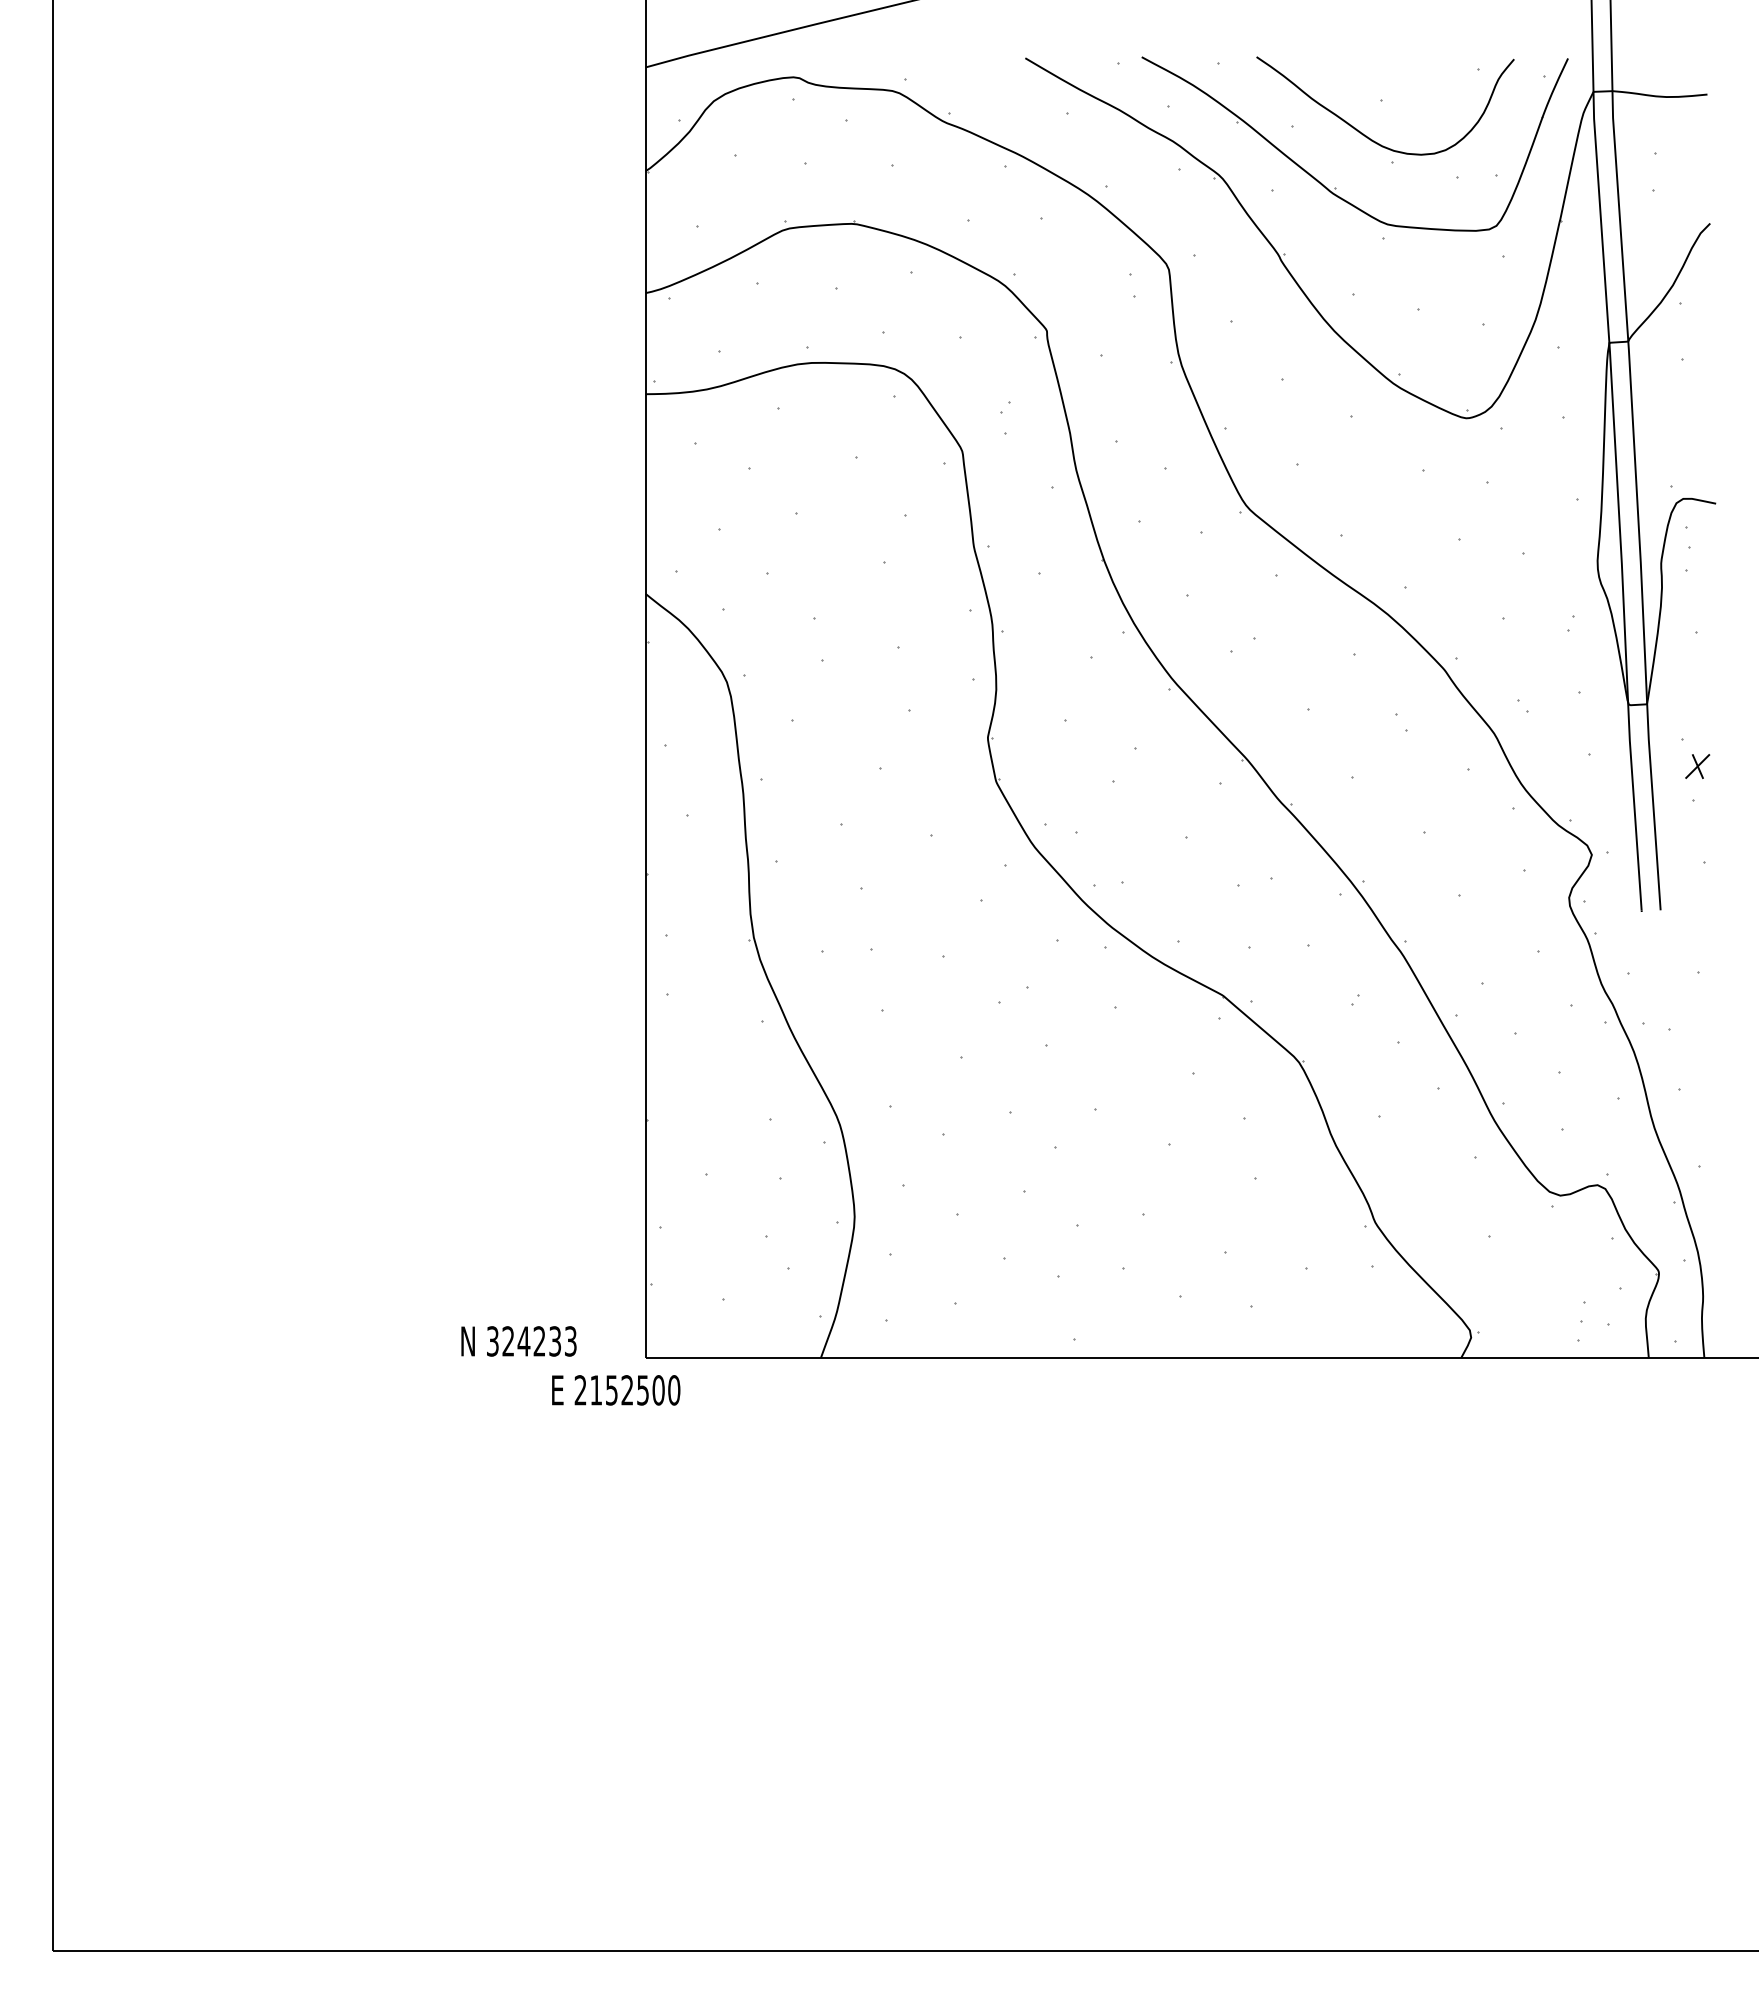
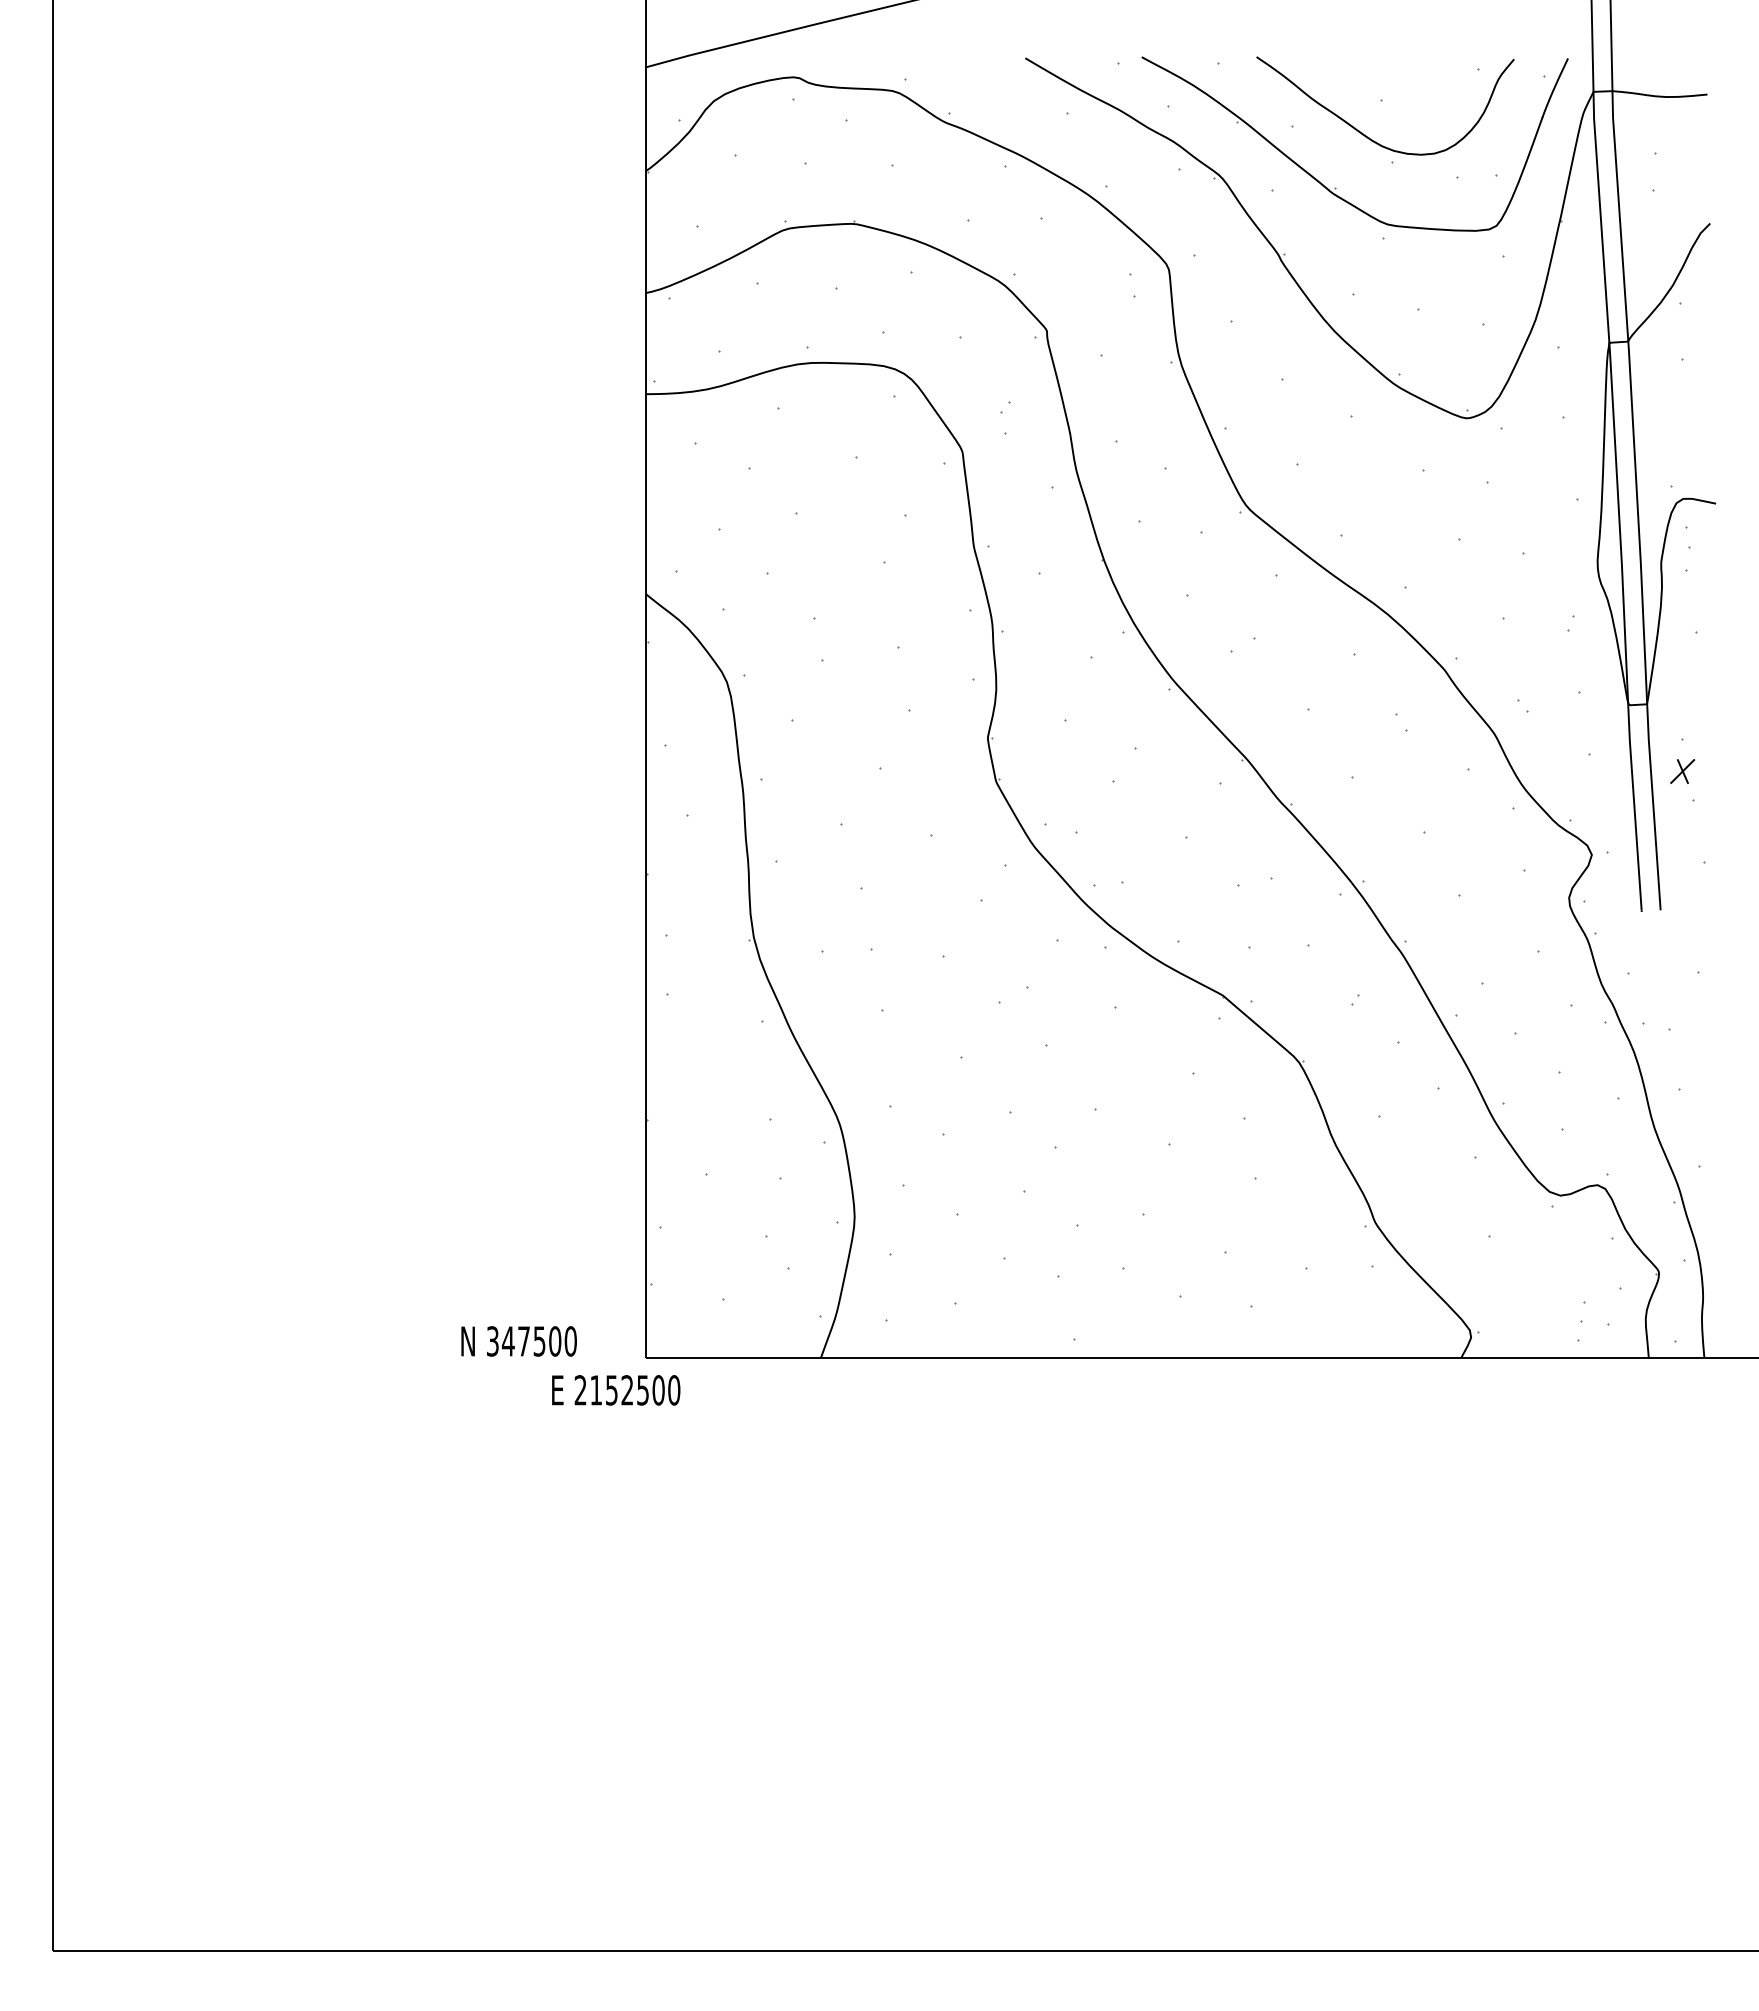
part at (1697, 766) position: (1697, 766) -> (1682, 771)
text at (539, 1341): 324233 -> 347500
